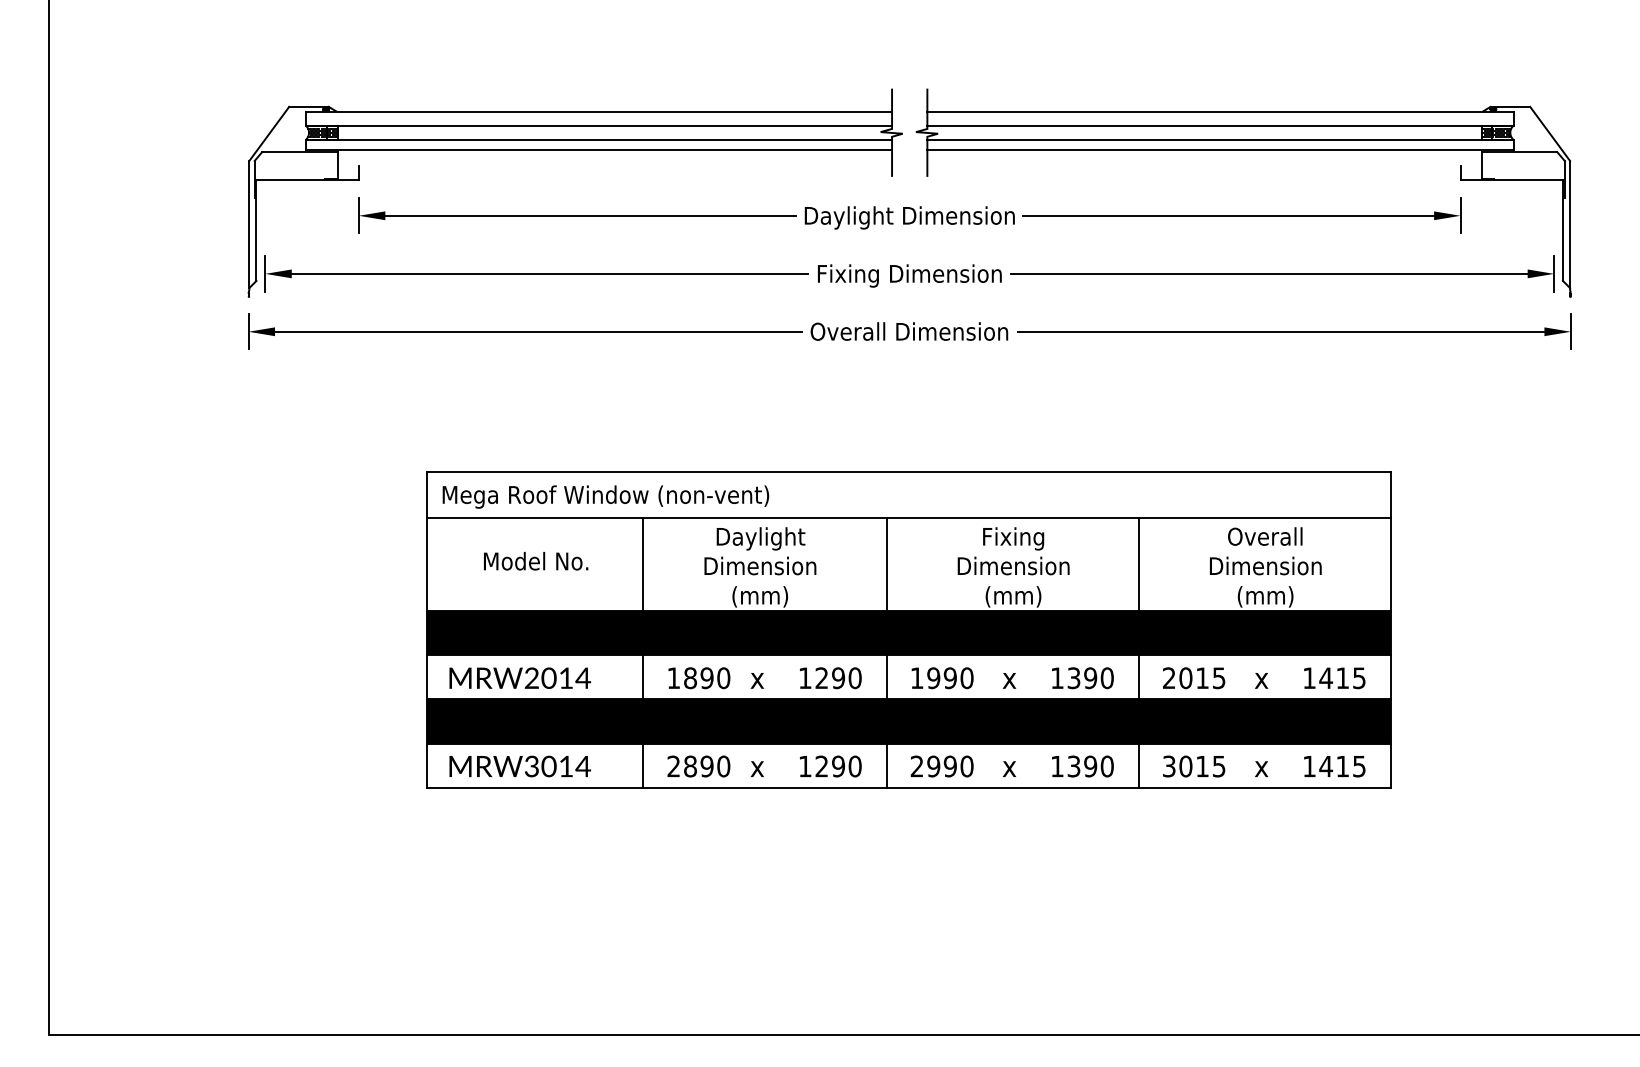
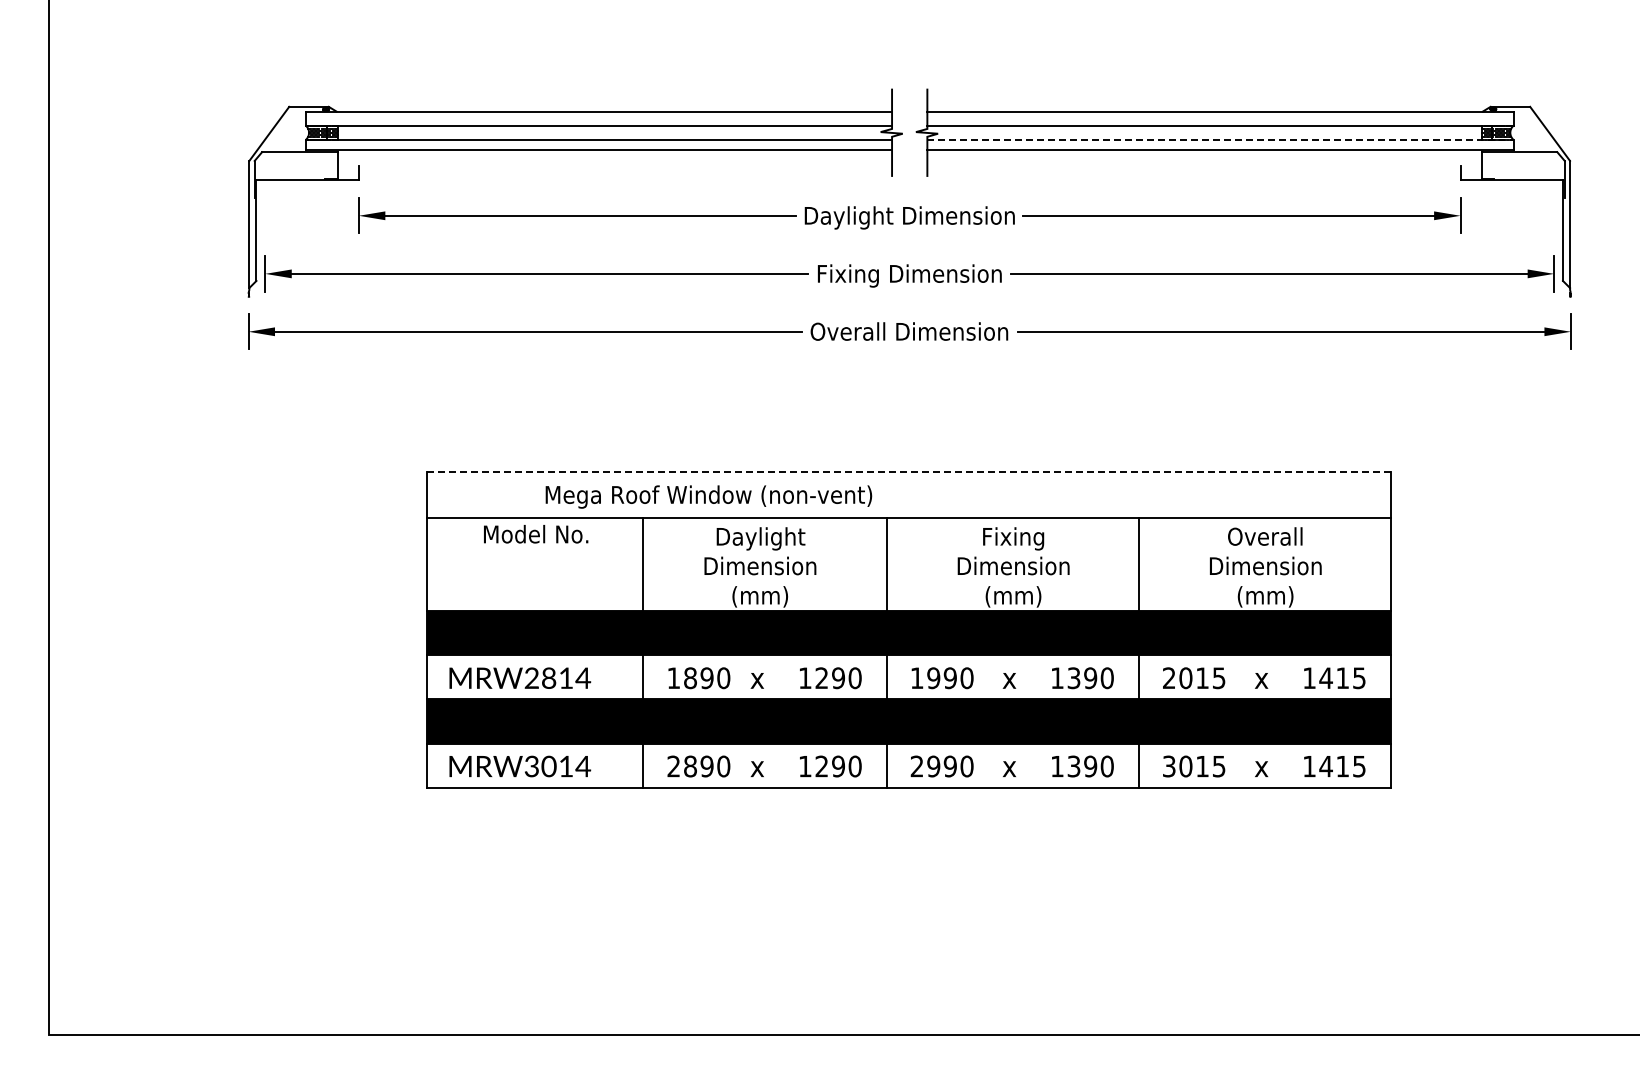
line at (1220, 139): solid -> dashed
line at (909, 472): solid -> dashed
text at (605, 496) position: (605, 496) -> (708, 496)
text at (536, 561) position: (536, 561) -> (536, 534)
text at (548, 678): MRW2014 -> MRW2814
